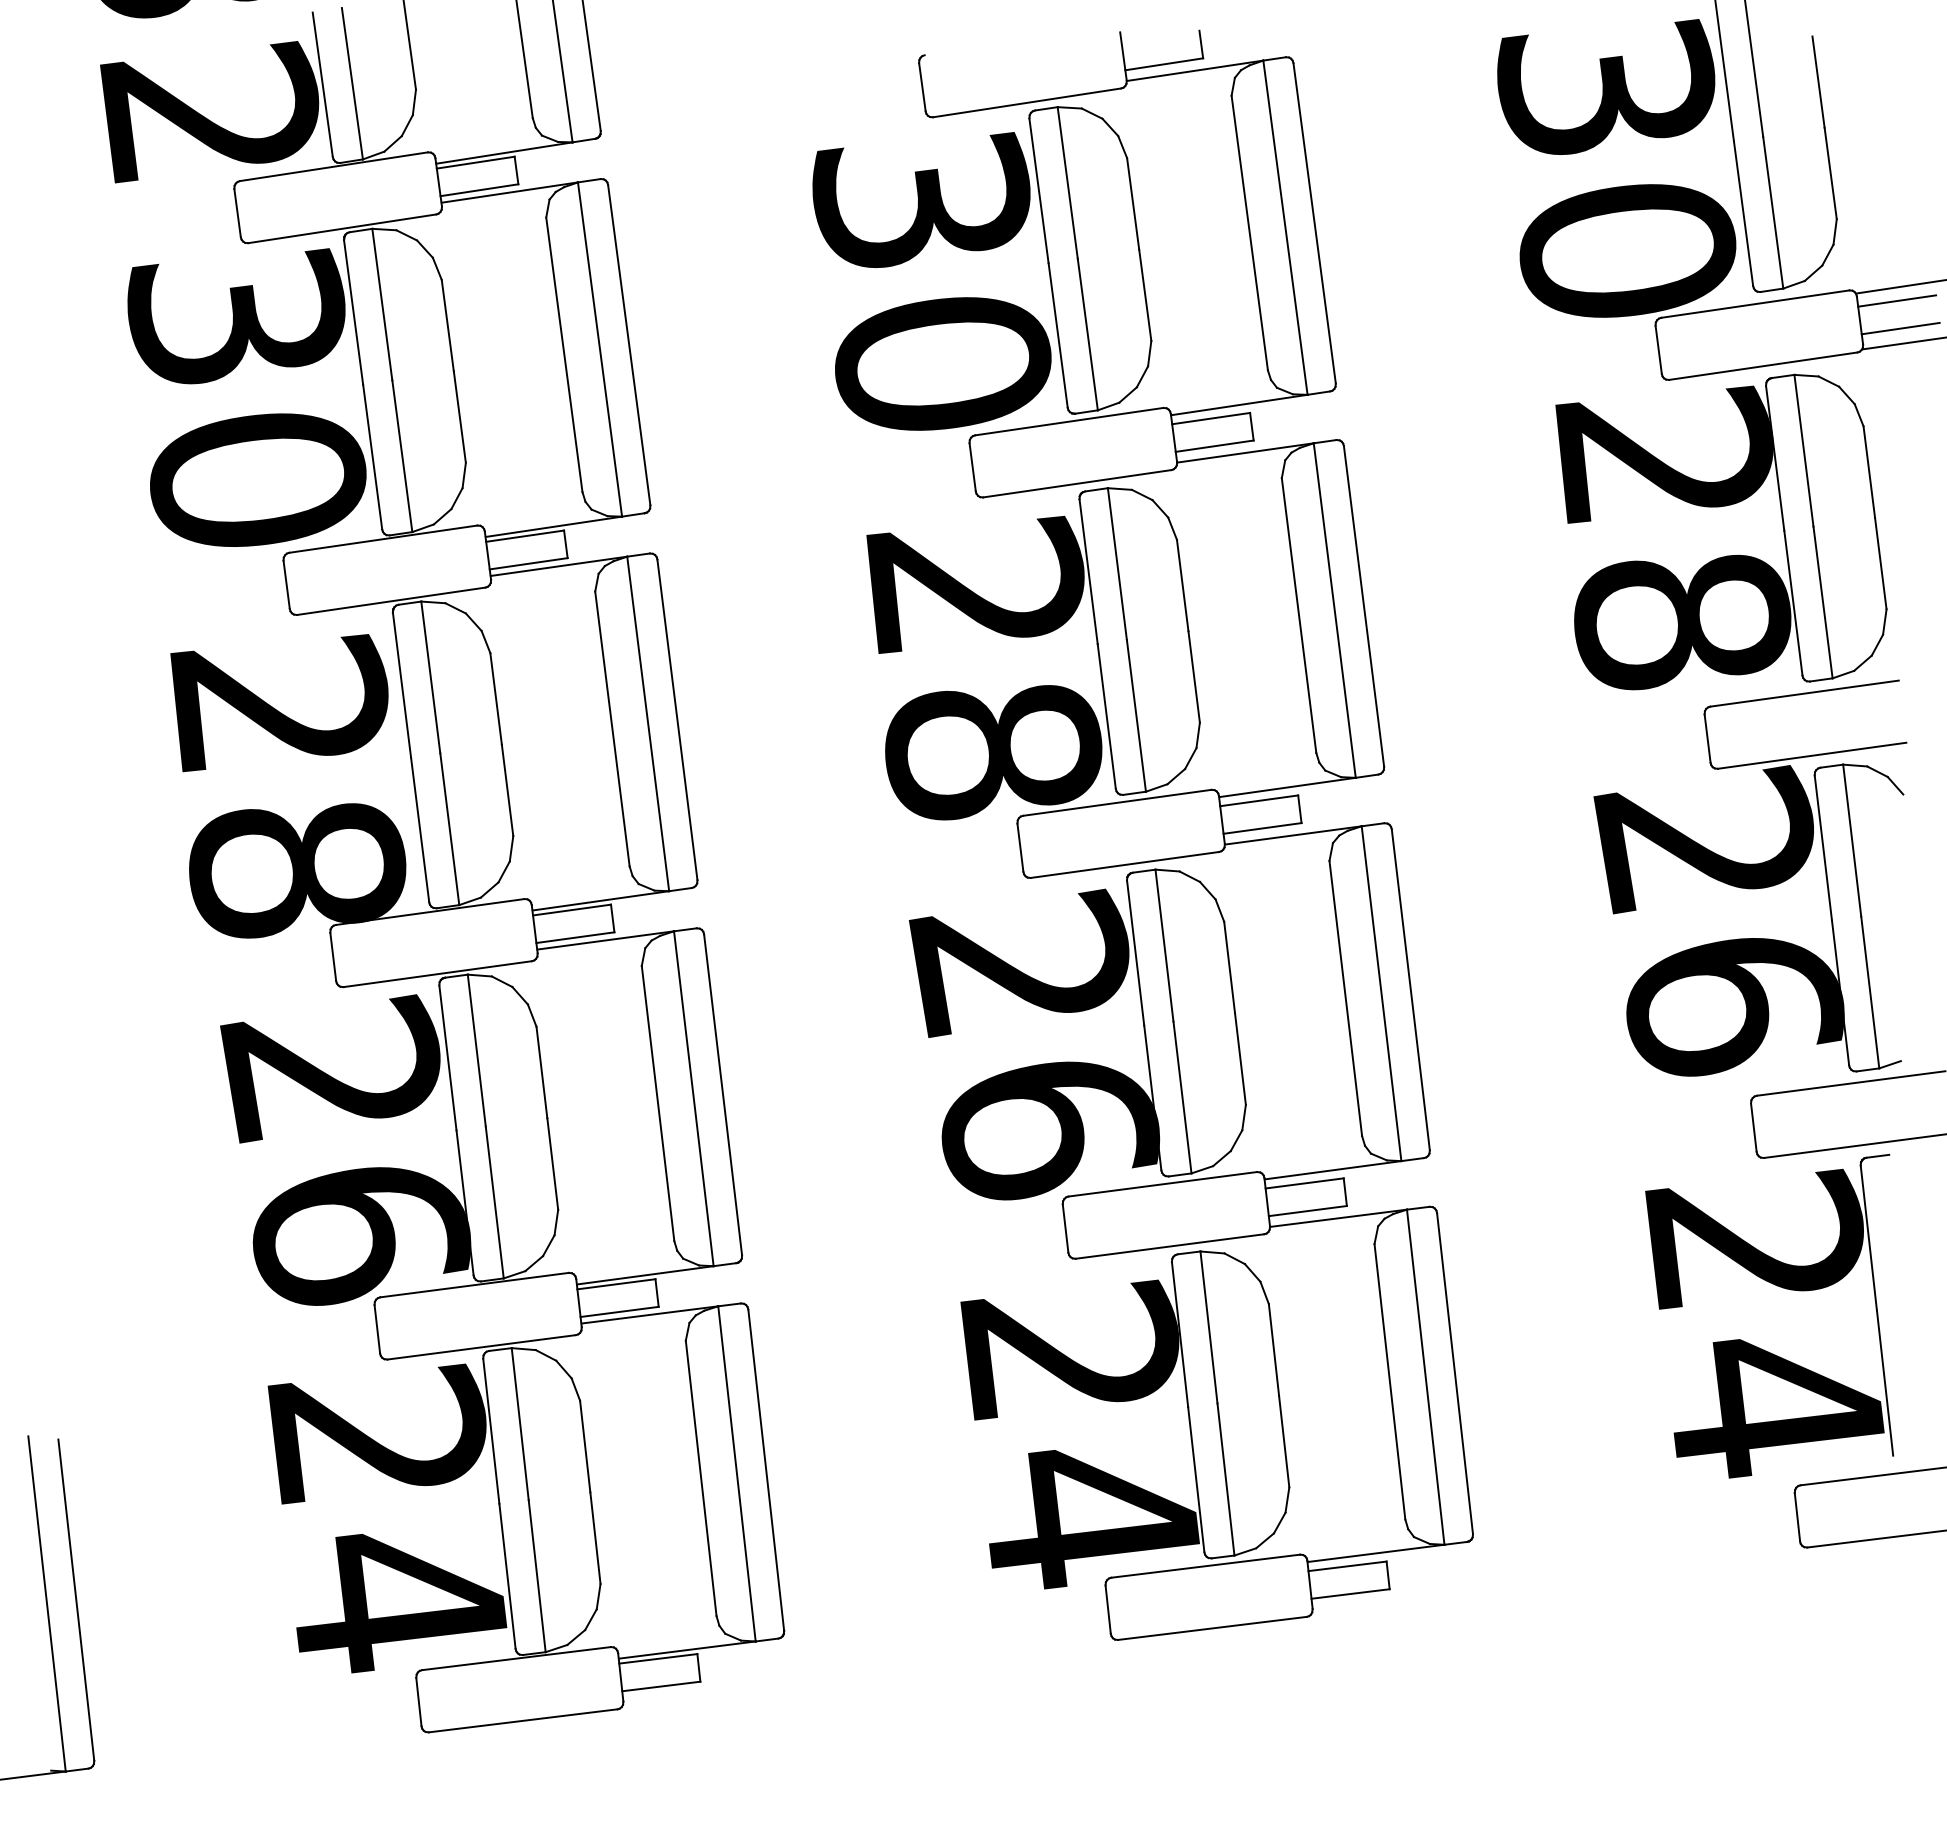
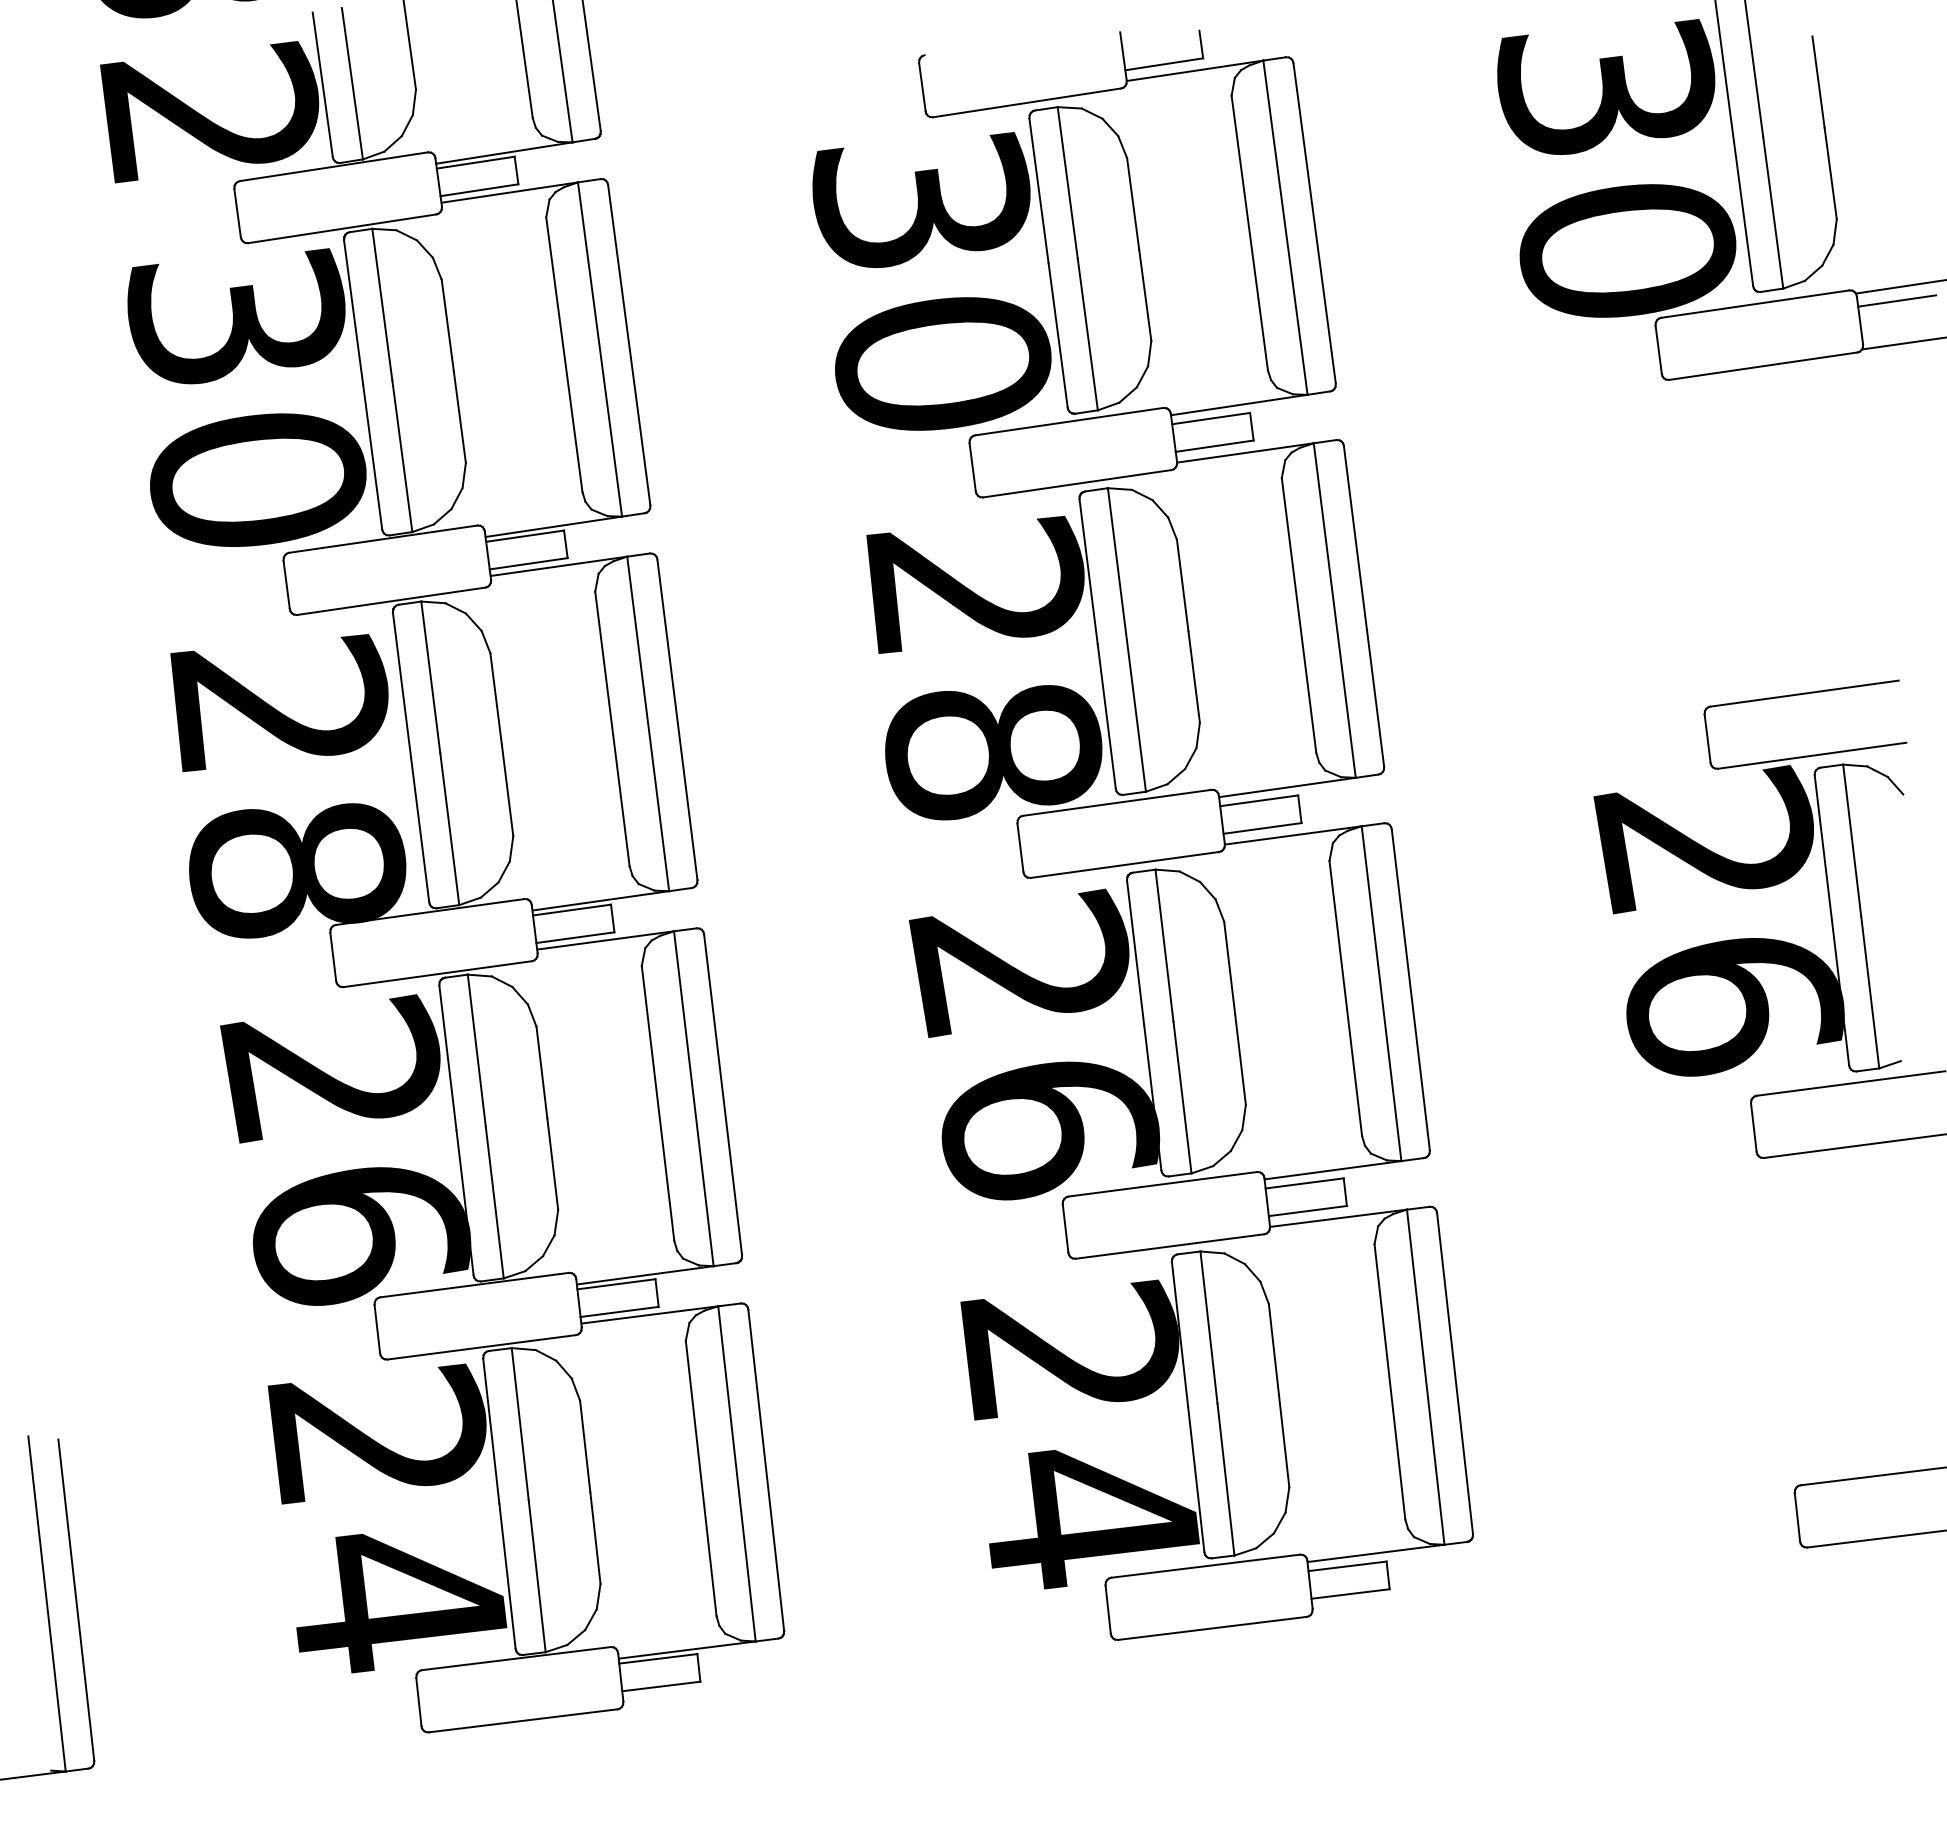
line at (1900, 328): present -> none
part at (1720, 507): present -> none
part at (1782, 1288): present -> none
